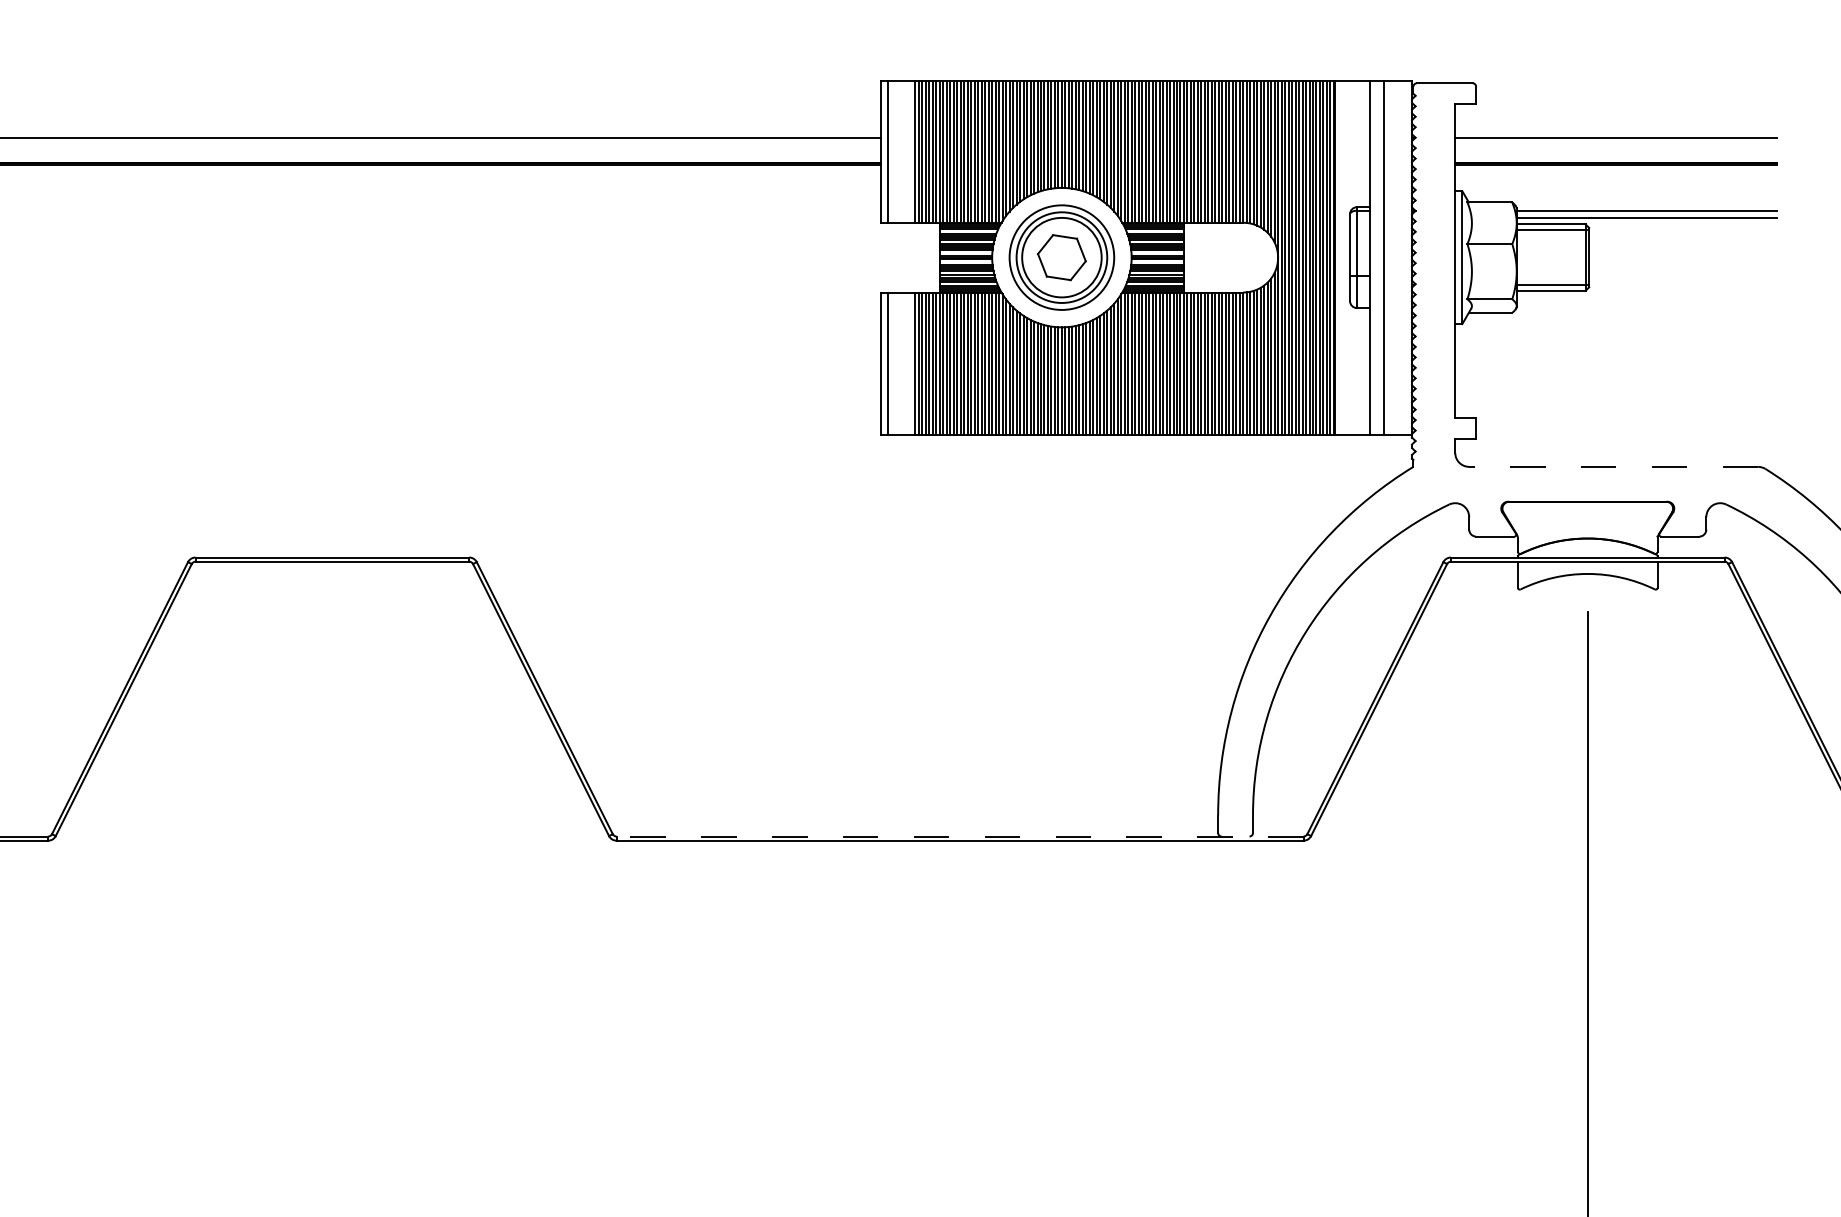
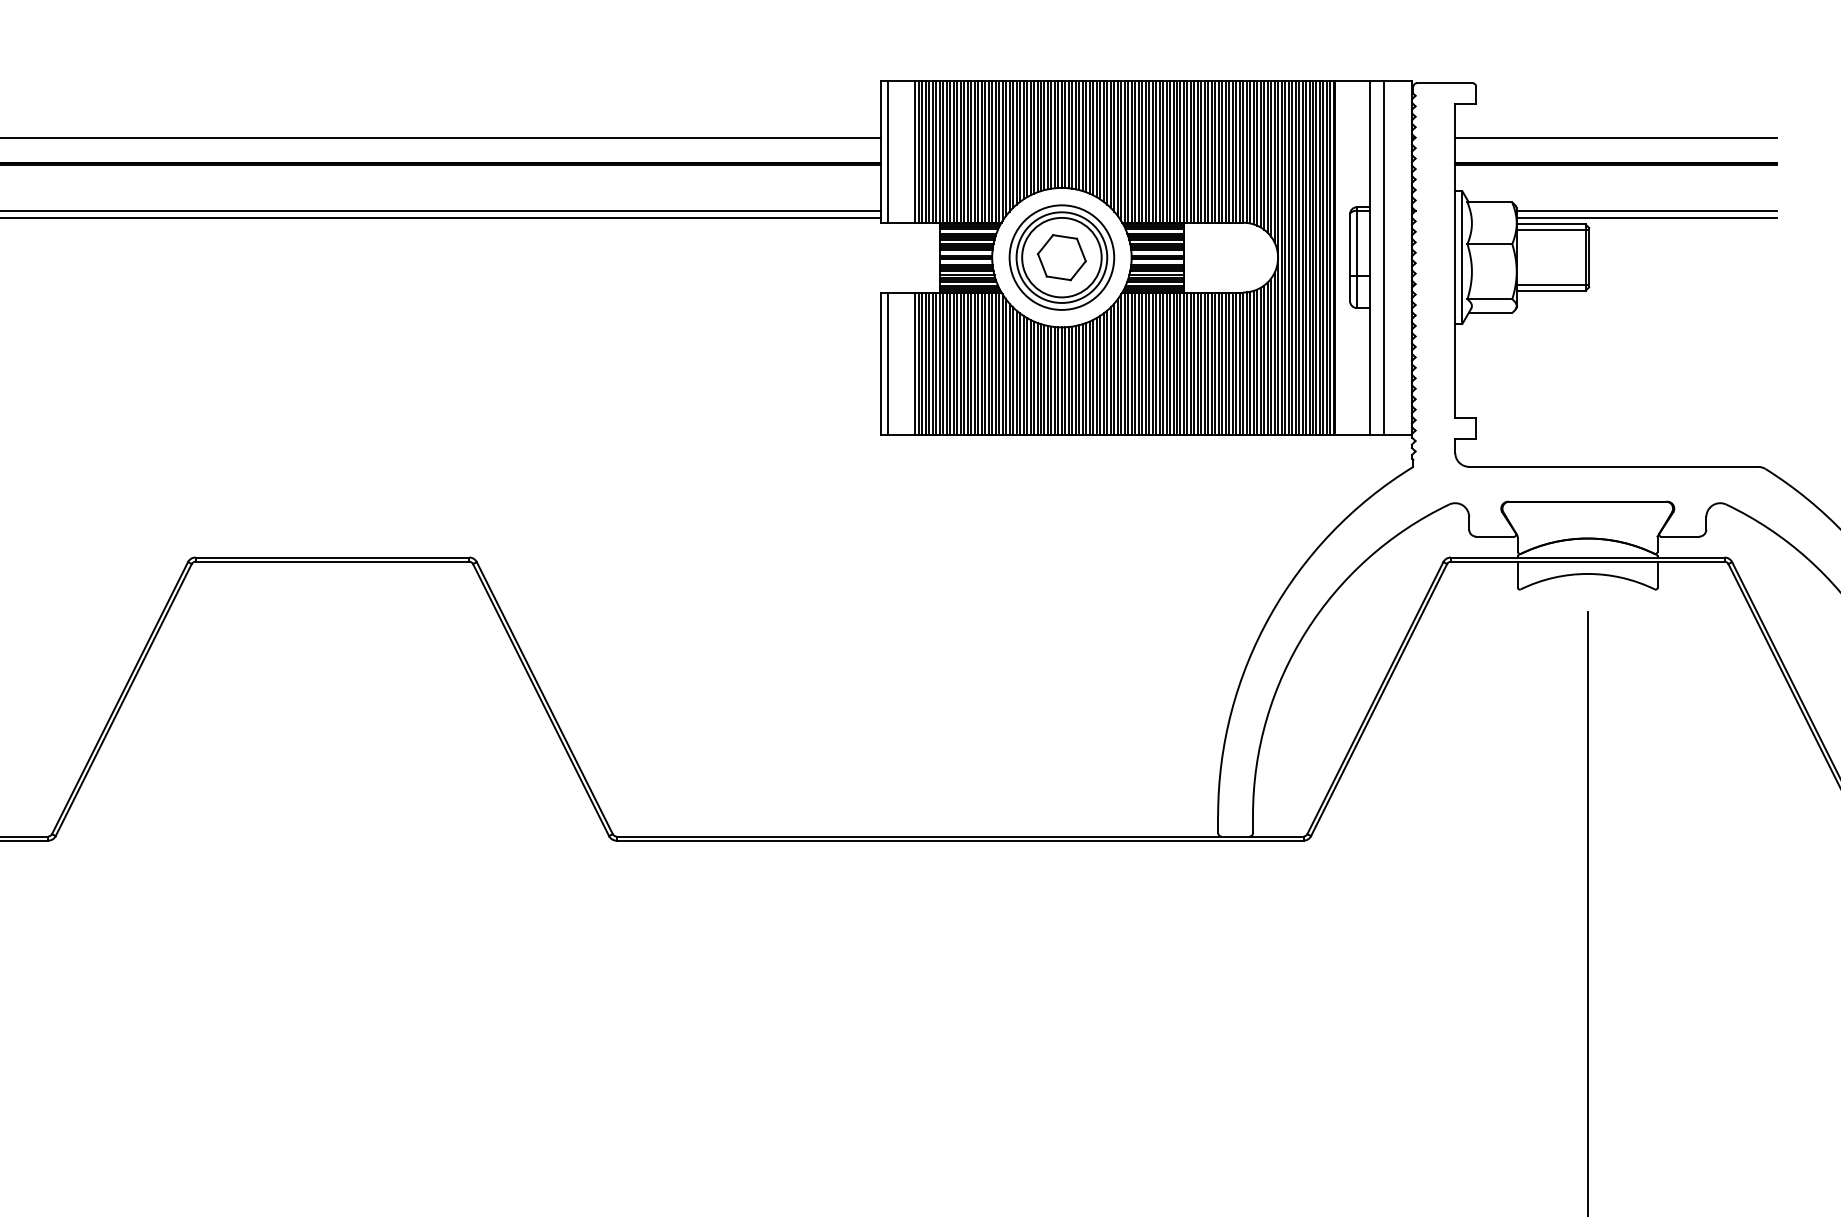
line at (441, 210): none -> present
line at (441, 217): none -> present
line at (1613, 466): dashed -> solid
line at (960, 836): dashed -> solid
